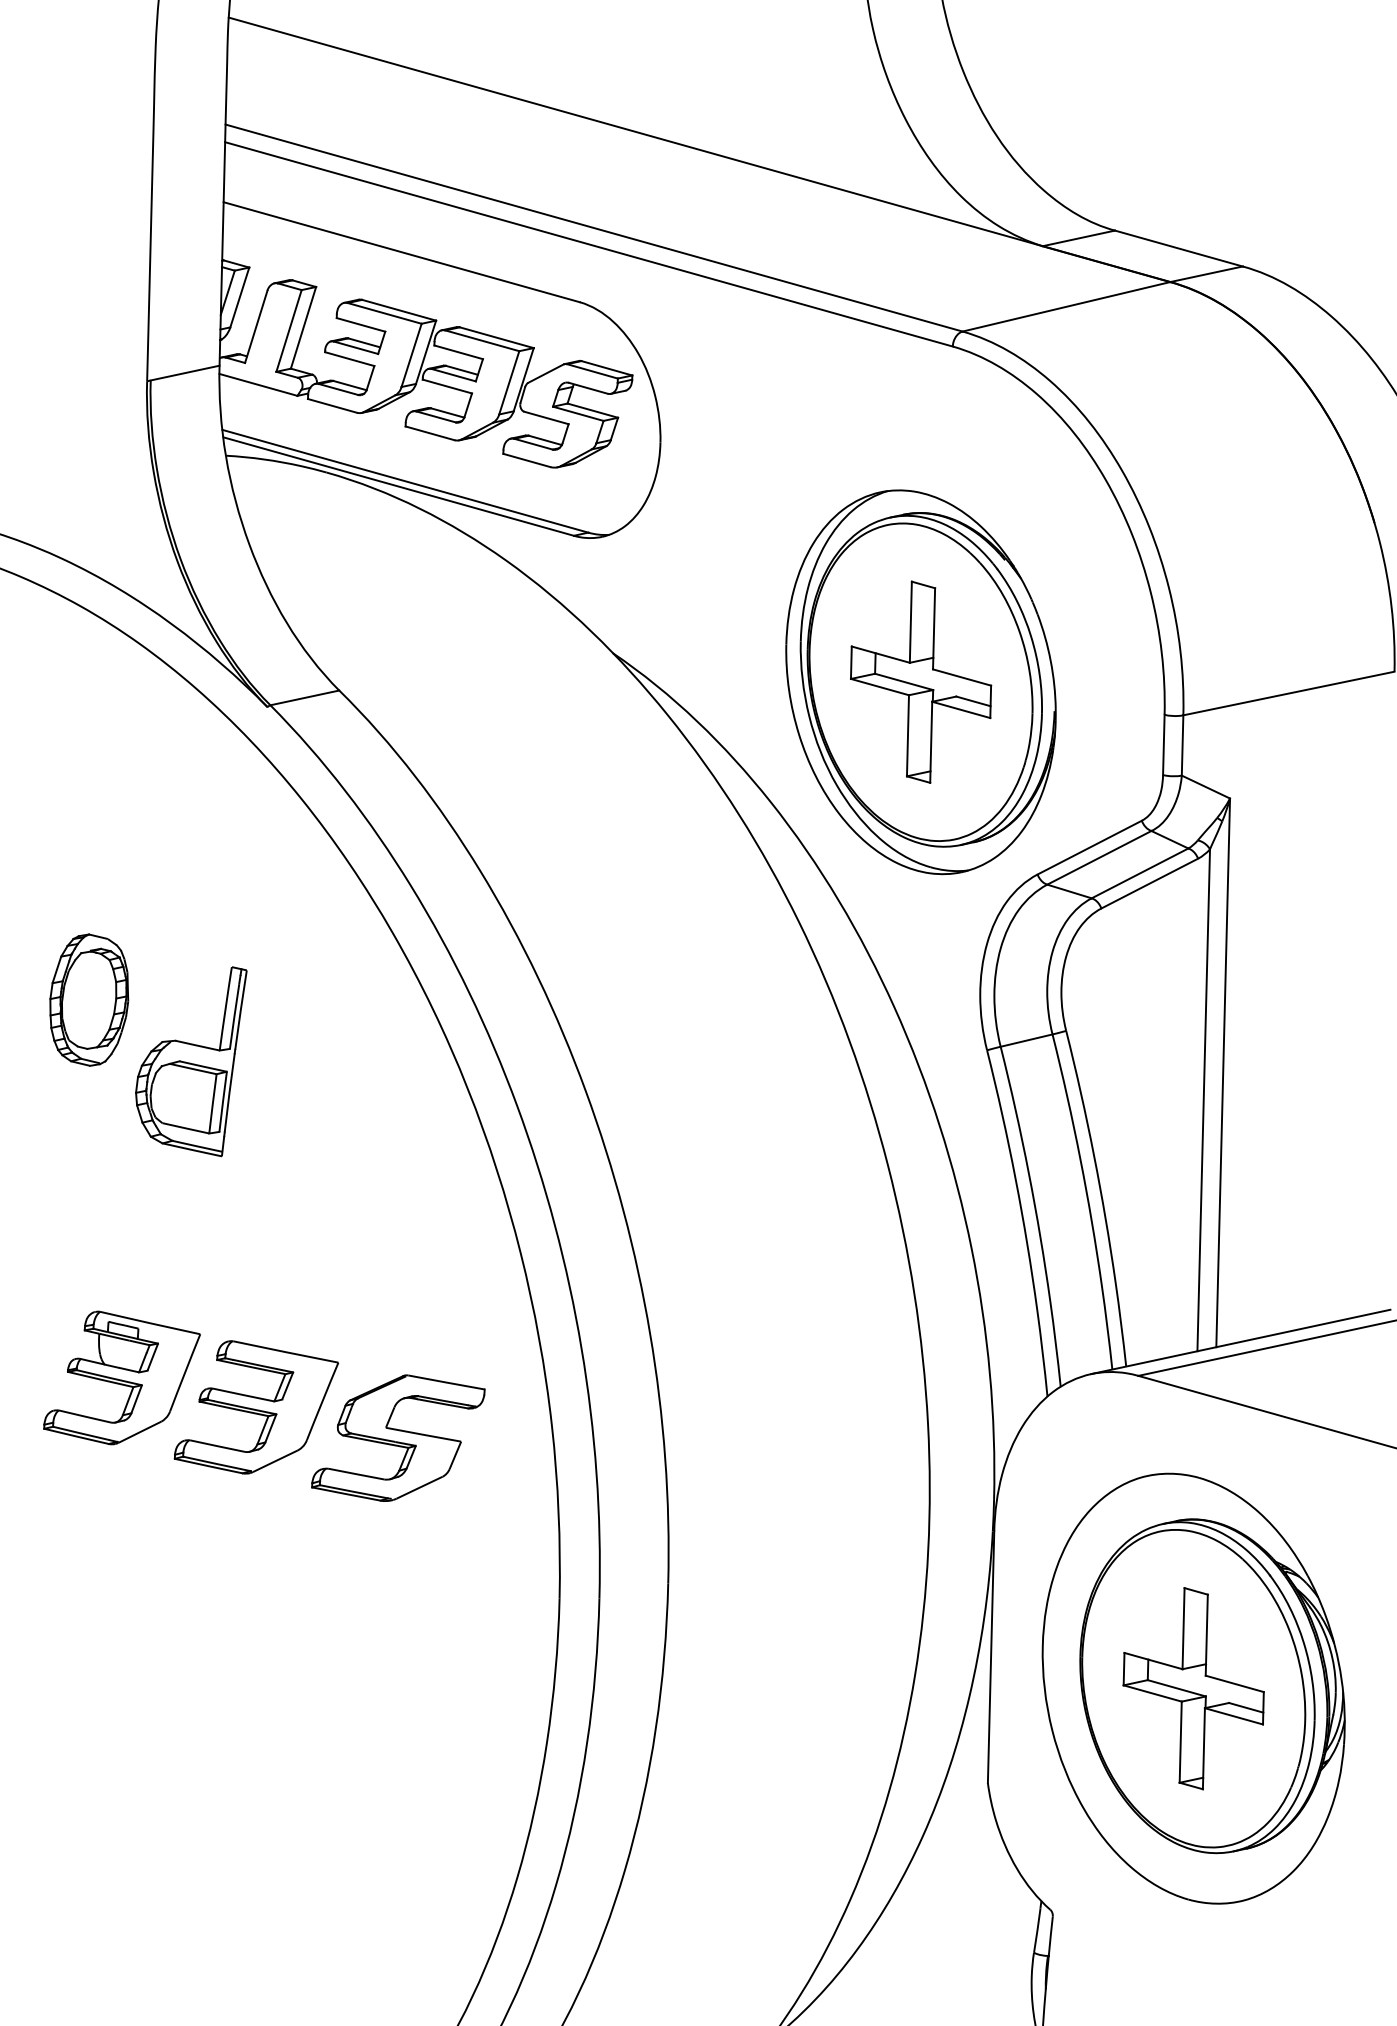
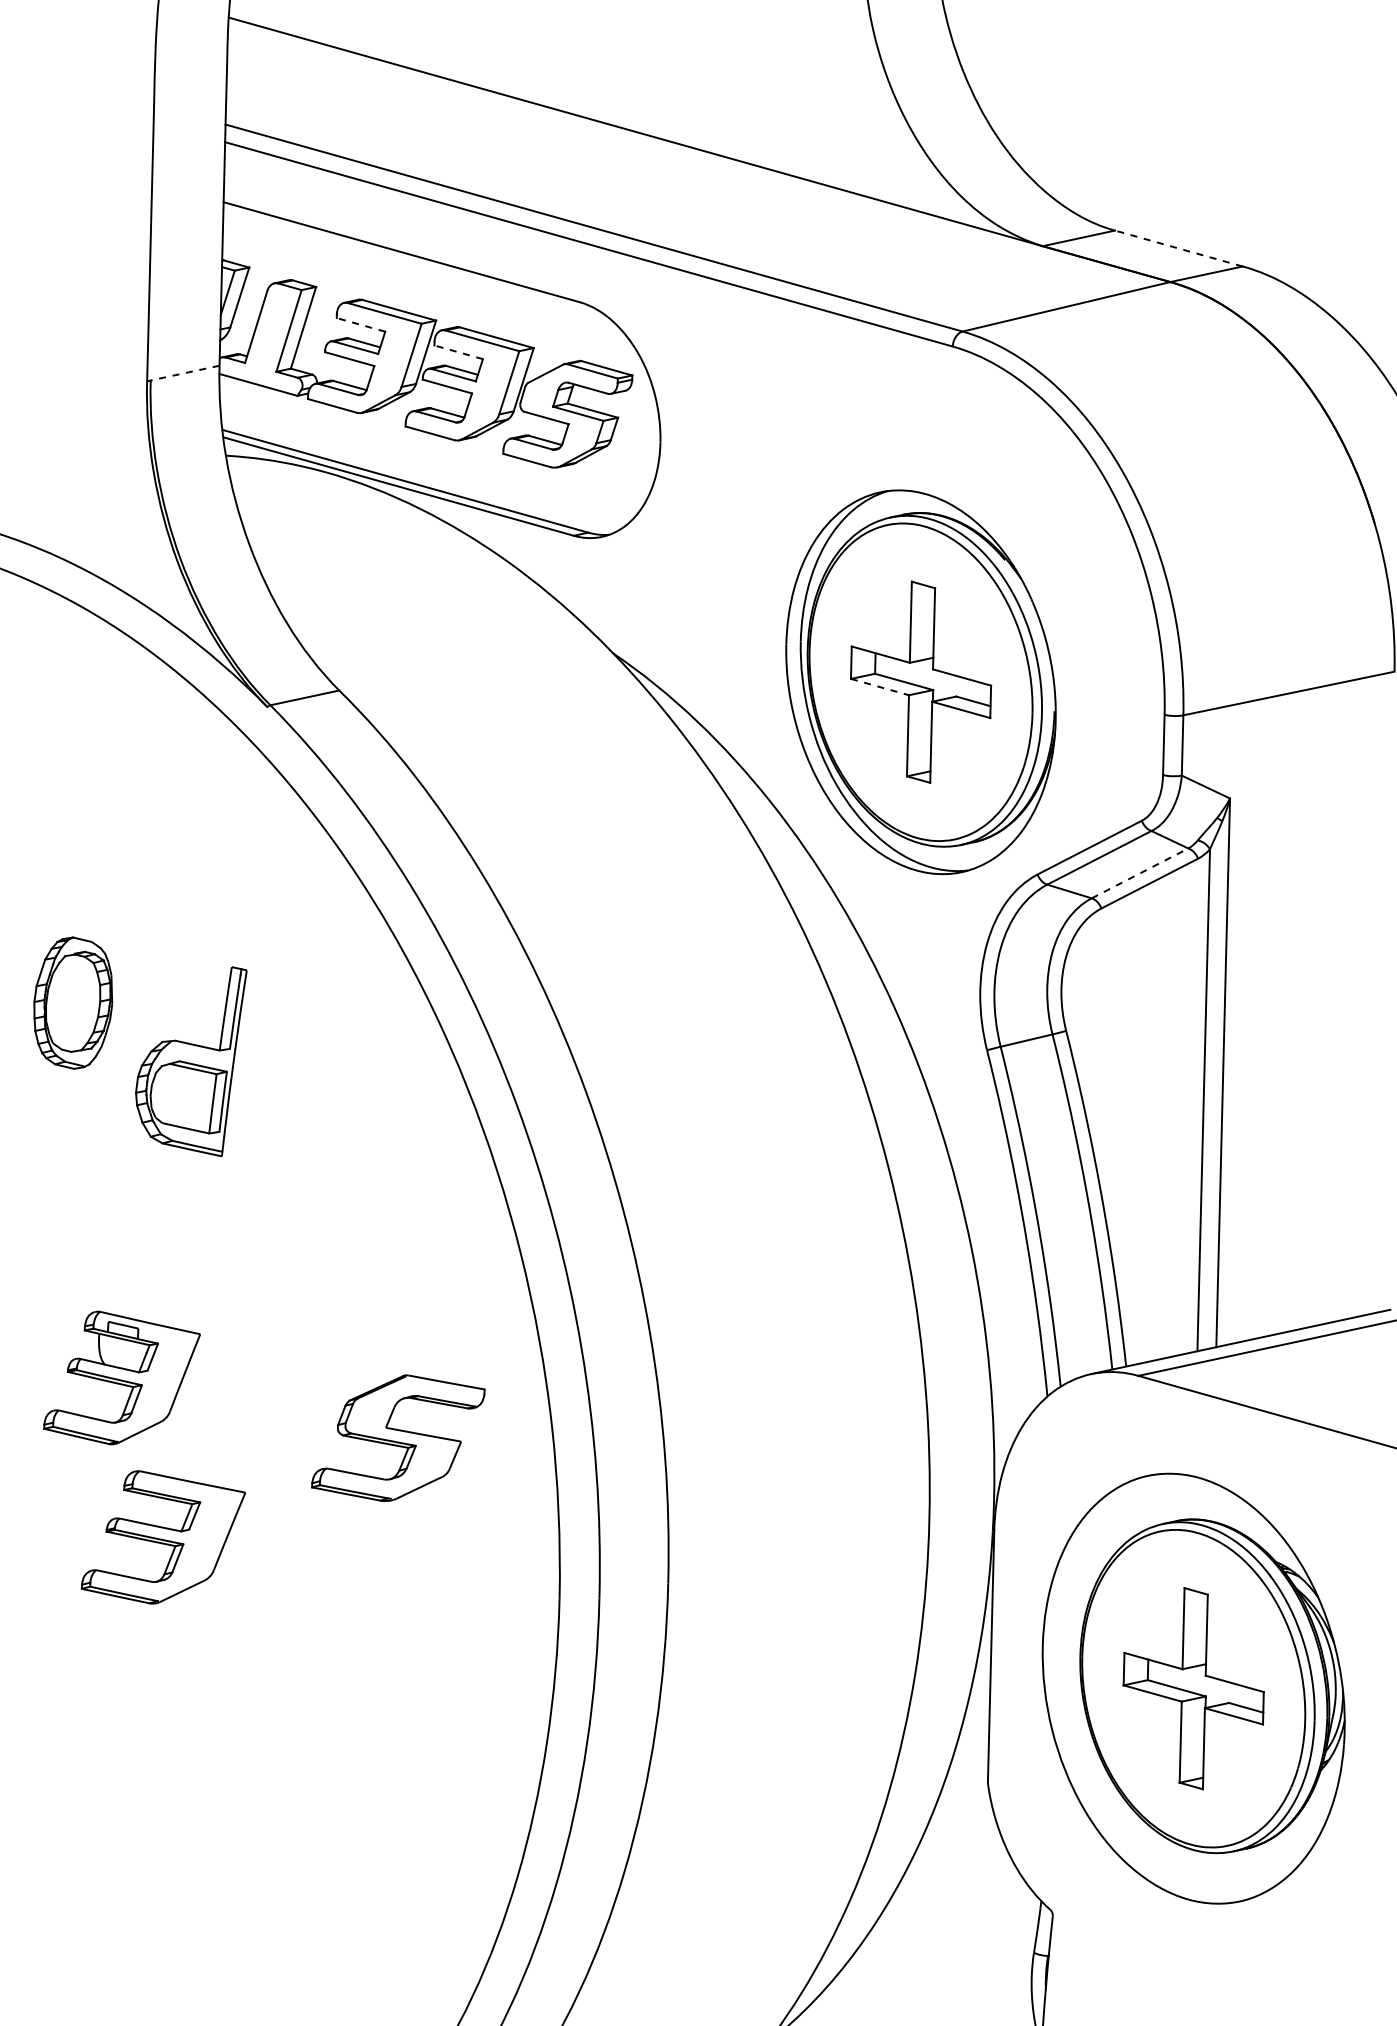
line at (1178, 248): solid -> dashed
line at (360, 324): solid -> dashed
line at (458, 352): solid -> dashed
line at (184, 373): solid -> dashed
line at (880, 687): solid -> dashed
line at (1140, 873): solid -> dashed
part at (89, 999) position: (89, 999) -> (73, 1002)
part at (256, 1407) position: (256, 1407) -> (163, 1537)
